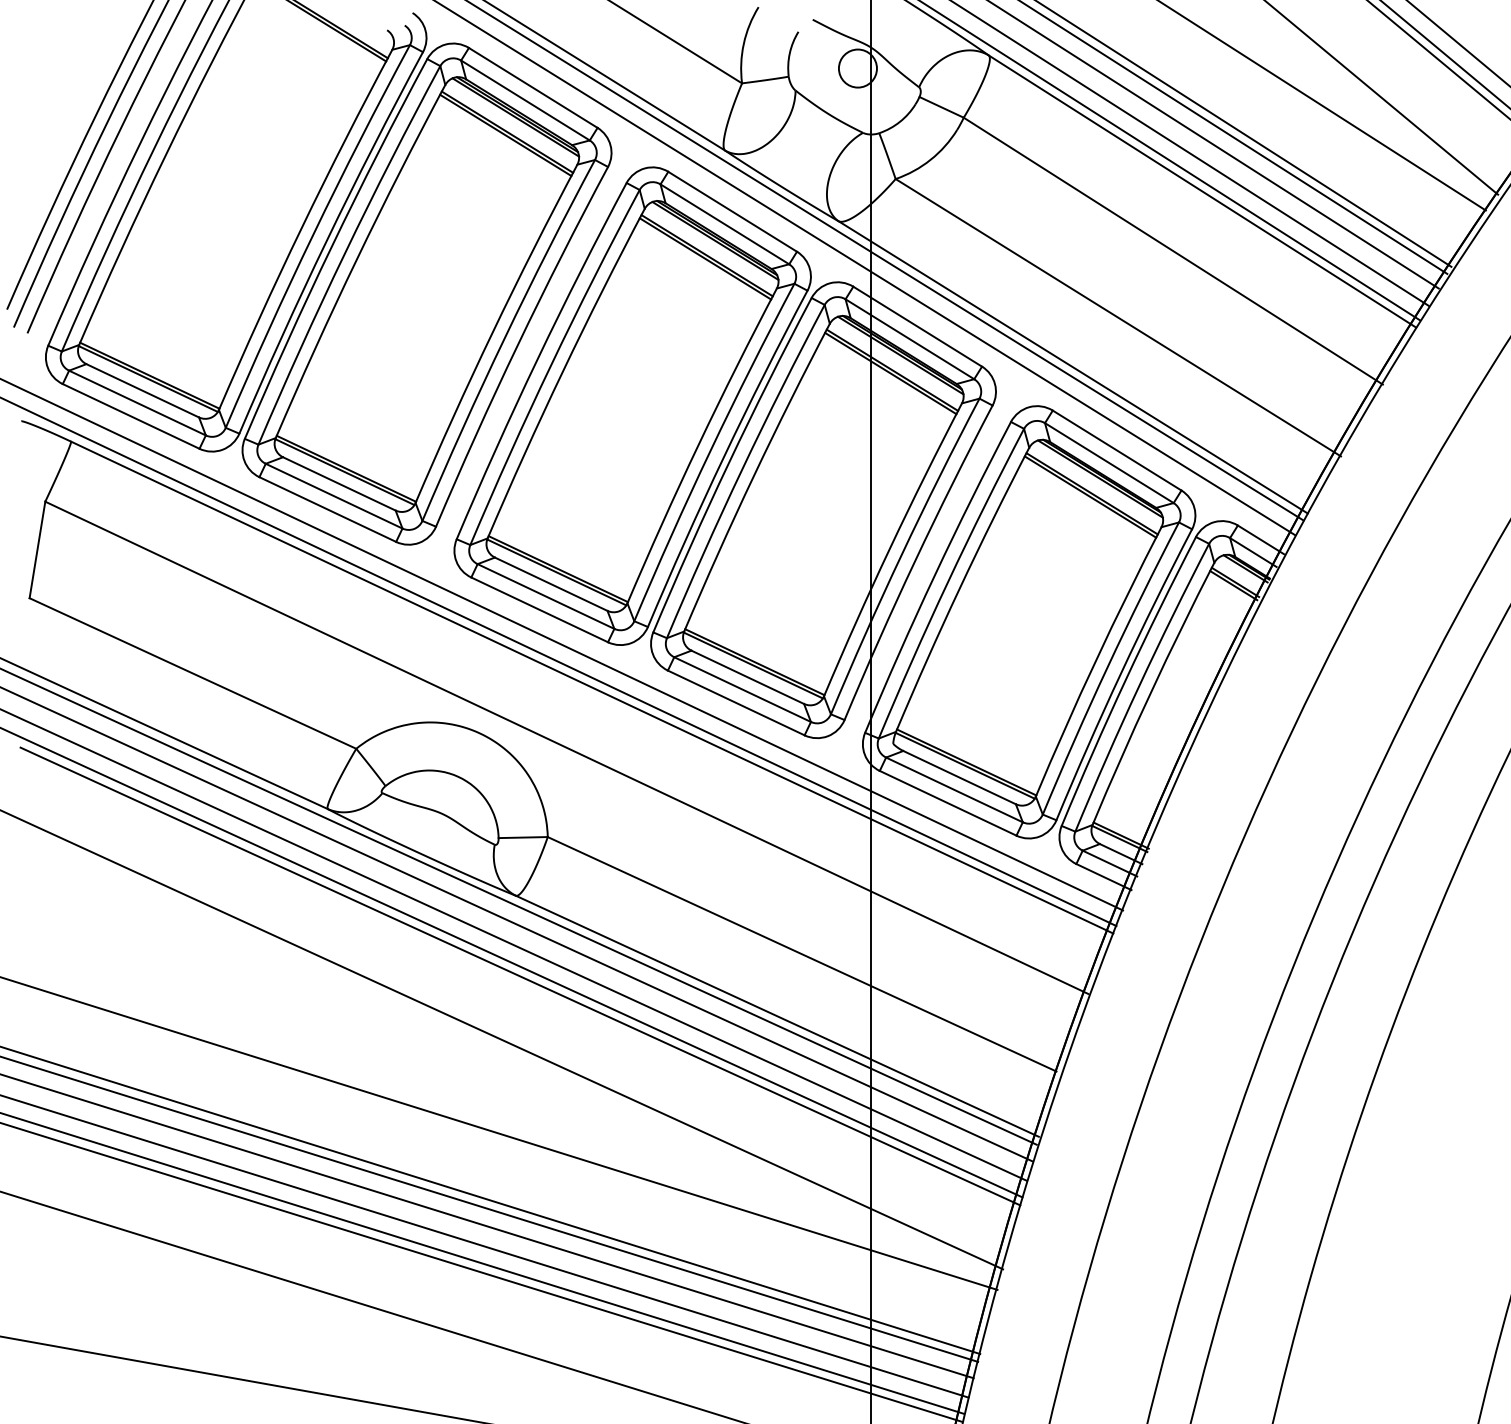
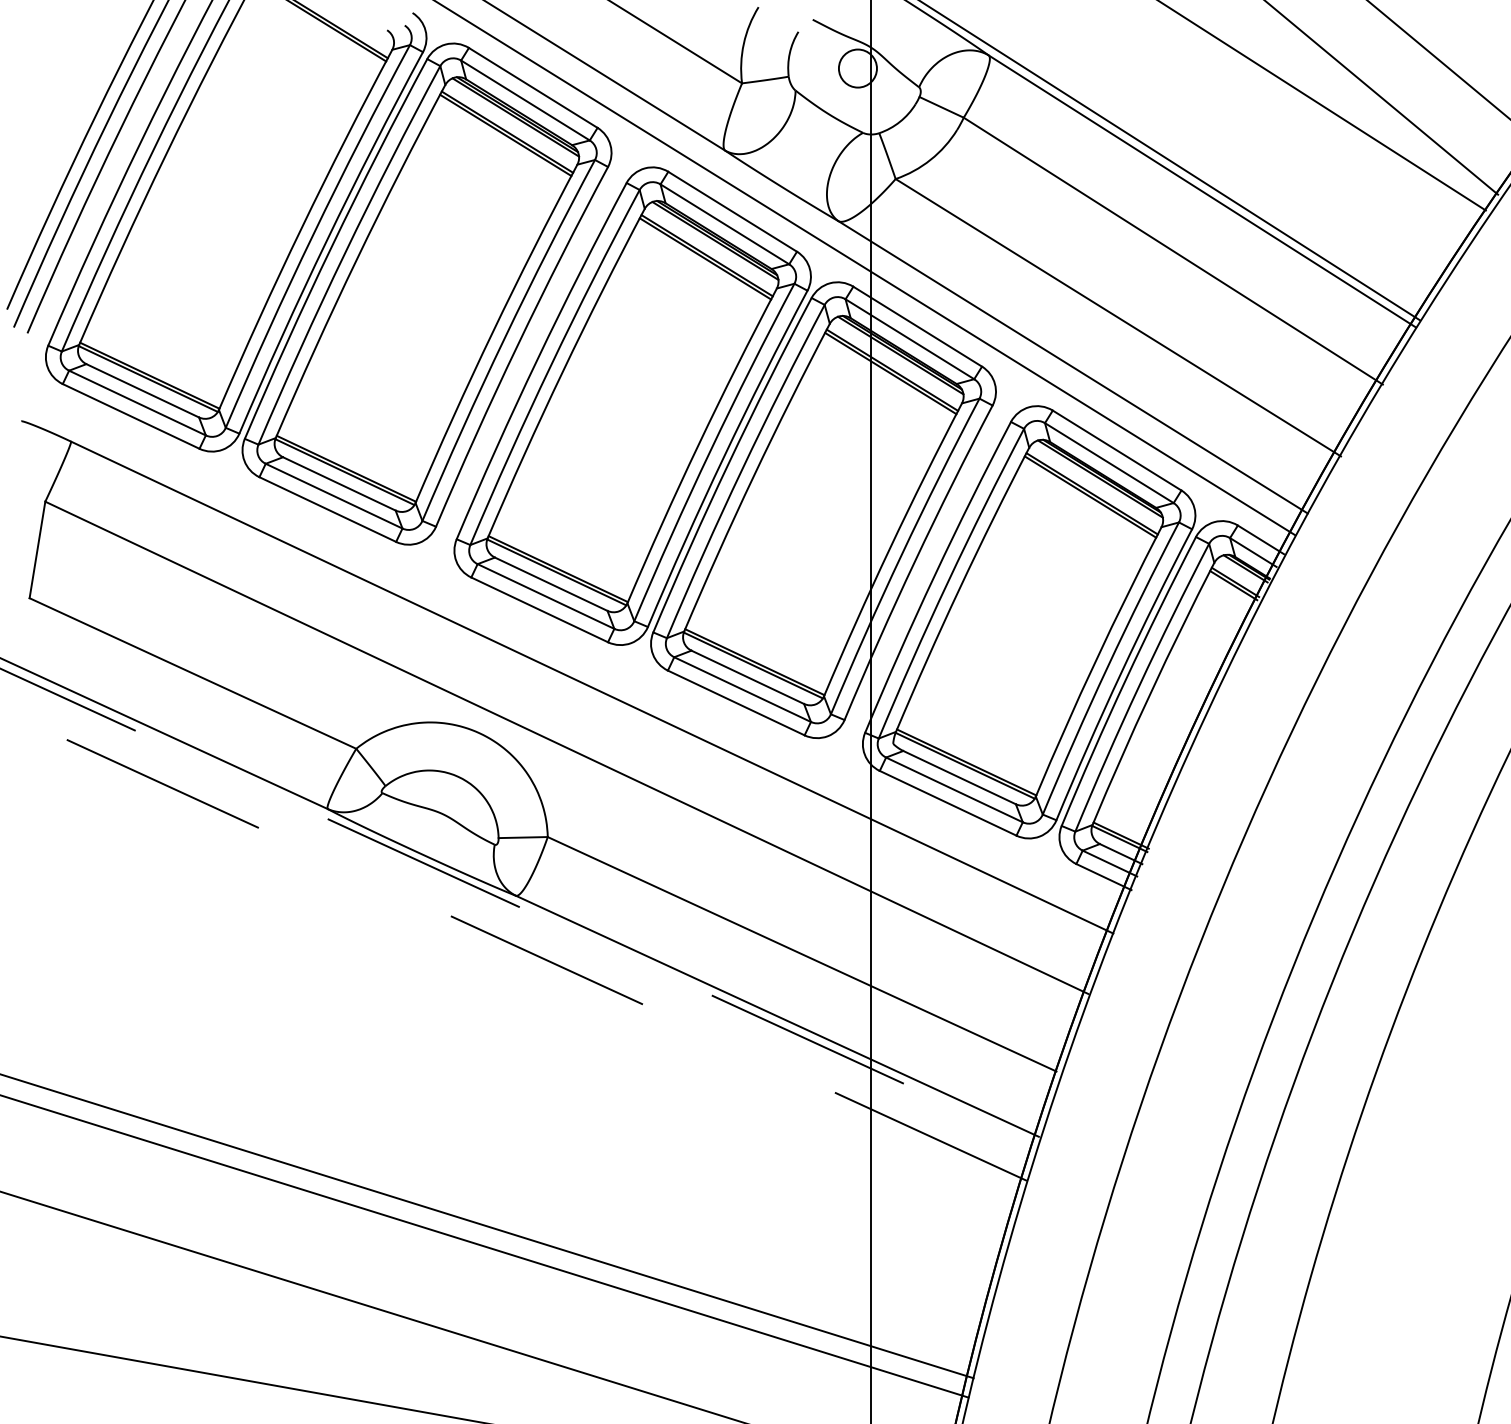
line at (1458, 43): present -> none
line at (1444, 54): present -> none
line at (1244, 134): present -> none
line at (1234, 137): present -> none
line at (1214, 145): present -> none
line at (1190, 153): present -> none
line at (885, 261): present -> none
line at (562, 644): present -> none
line at (559, 662): present -> none
line at (518, 906): solid -> dashed
line at (517, 924): present -> none
line at (513, 944): solid -> dashed
line at (512, 962): present -> none
line at (520, 976): present -> none
line at (502, 1040): present -> none
line at (499, 1133): present -> none
line at (491, 1200): present -> none
line at (490, 1209): present -> none
line at (483, 1263): present -> none
line at (480, 1271): present -> none
